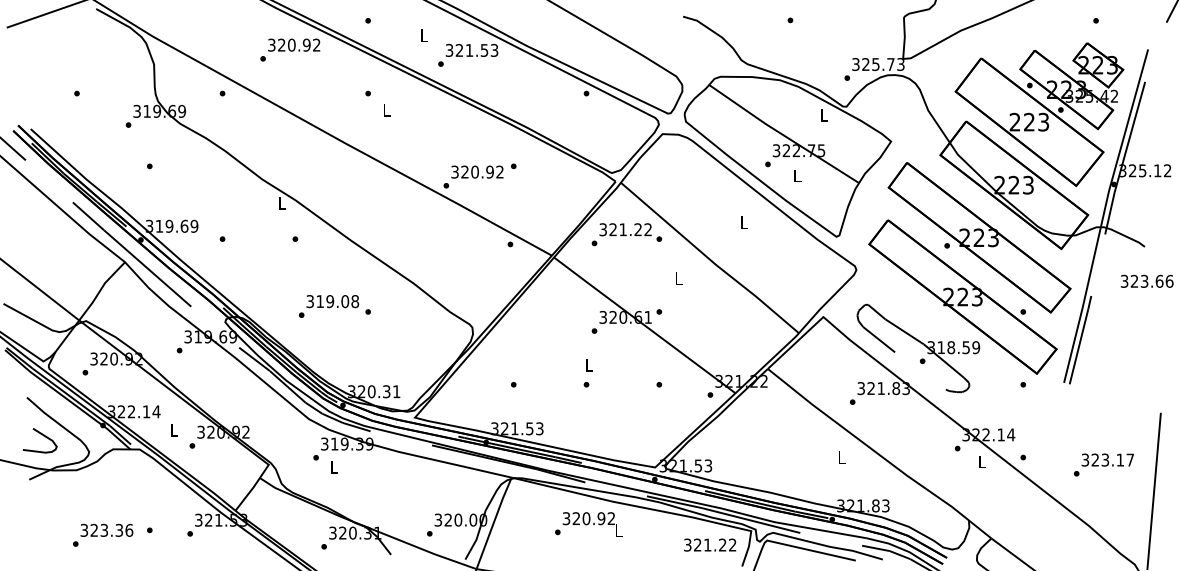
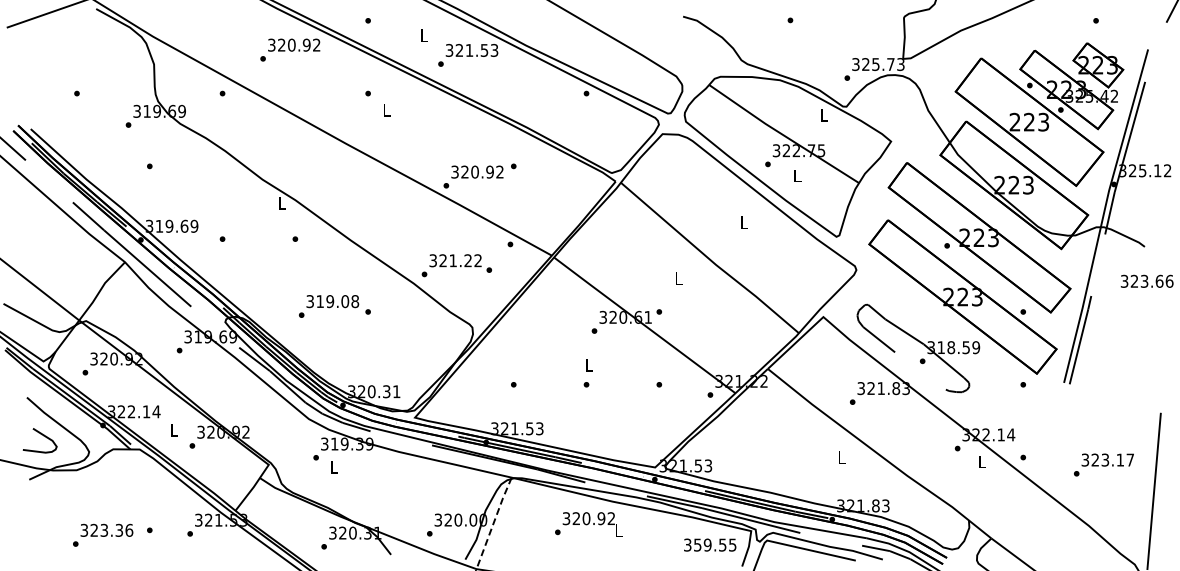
text at (626, 234) position: (626, 234) -> (456, 265)
line at (493, 522): solid -> dashed
text at (715, 544): 321.22 -> 359.55
